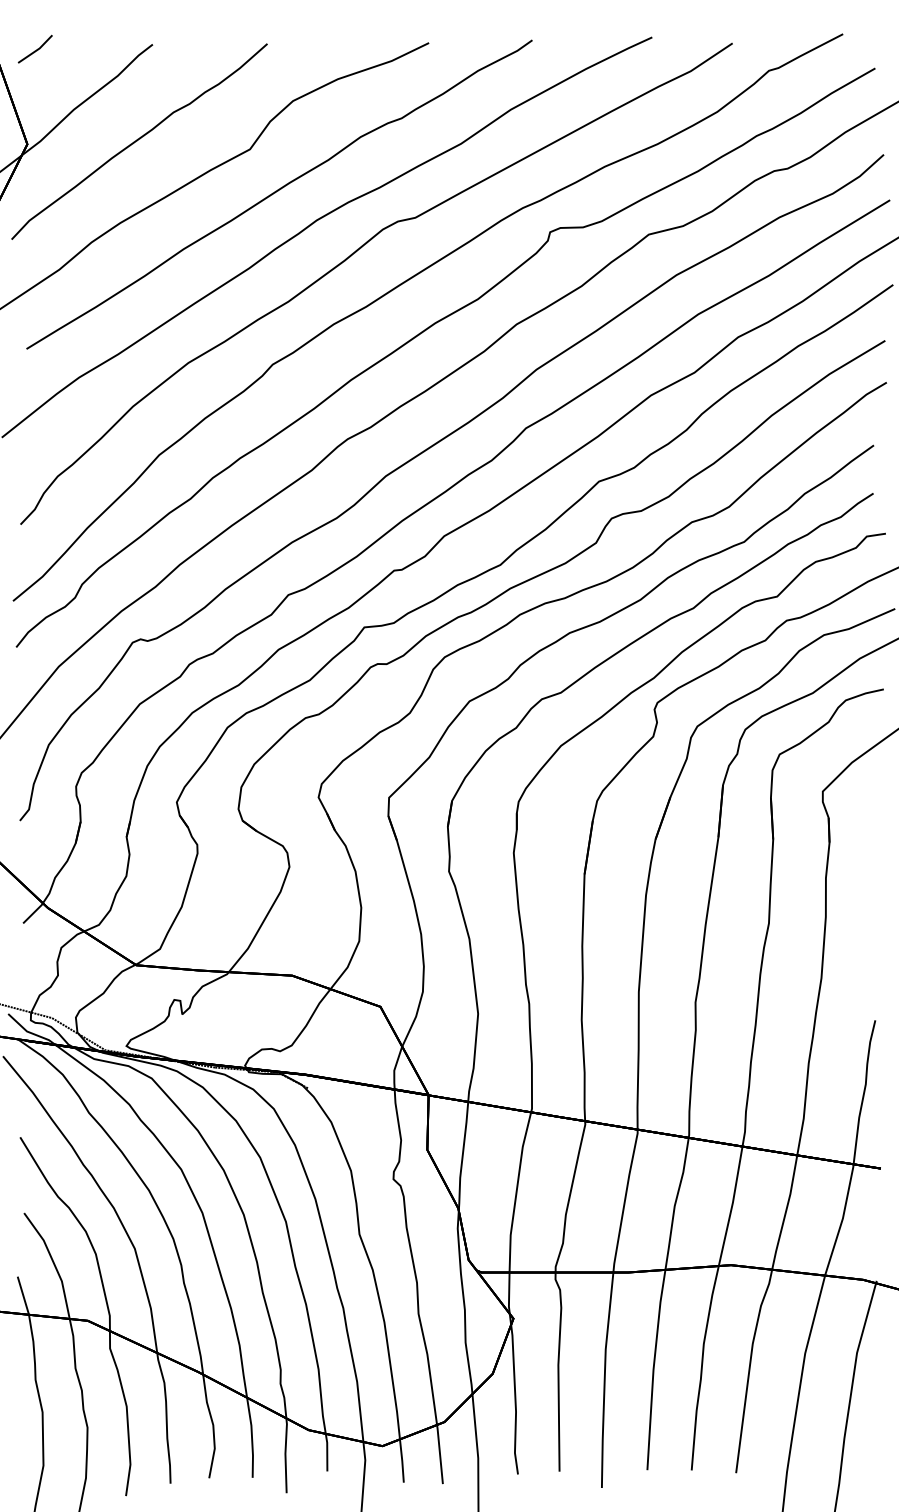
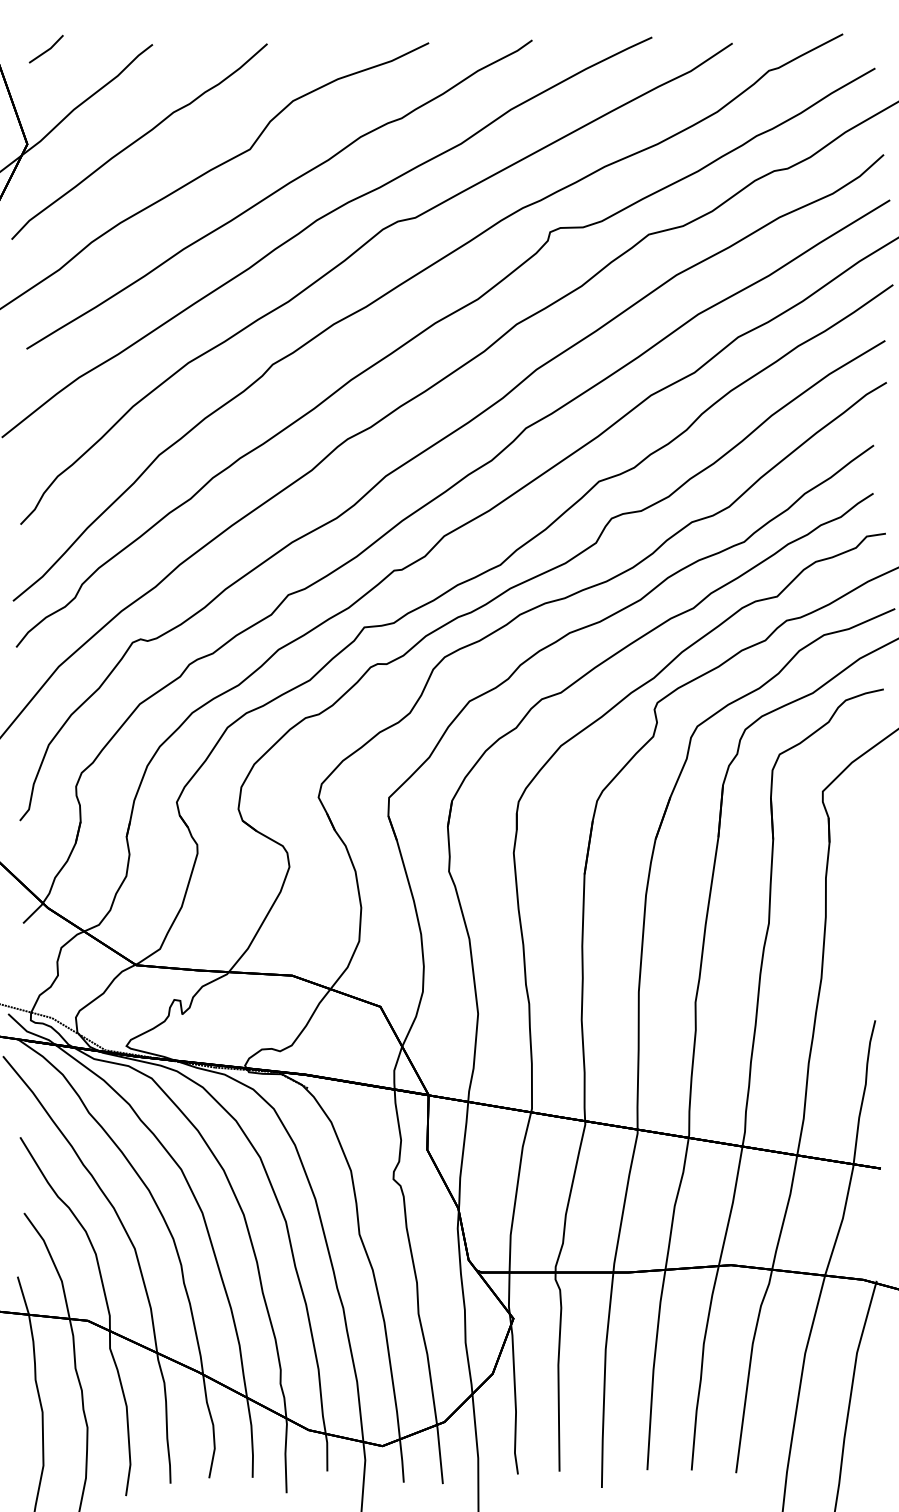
part at (34, 48) position: (34, 48) -> (45, 48)
